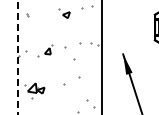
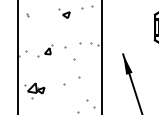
line at (17, 57): dashed -> solid
